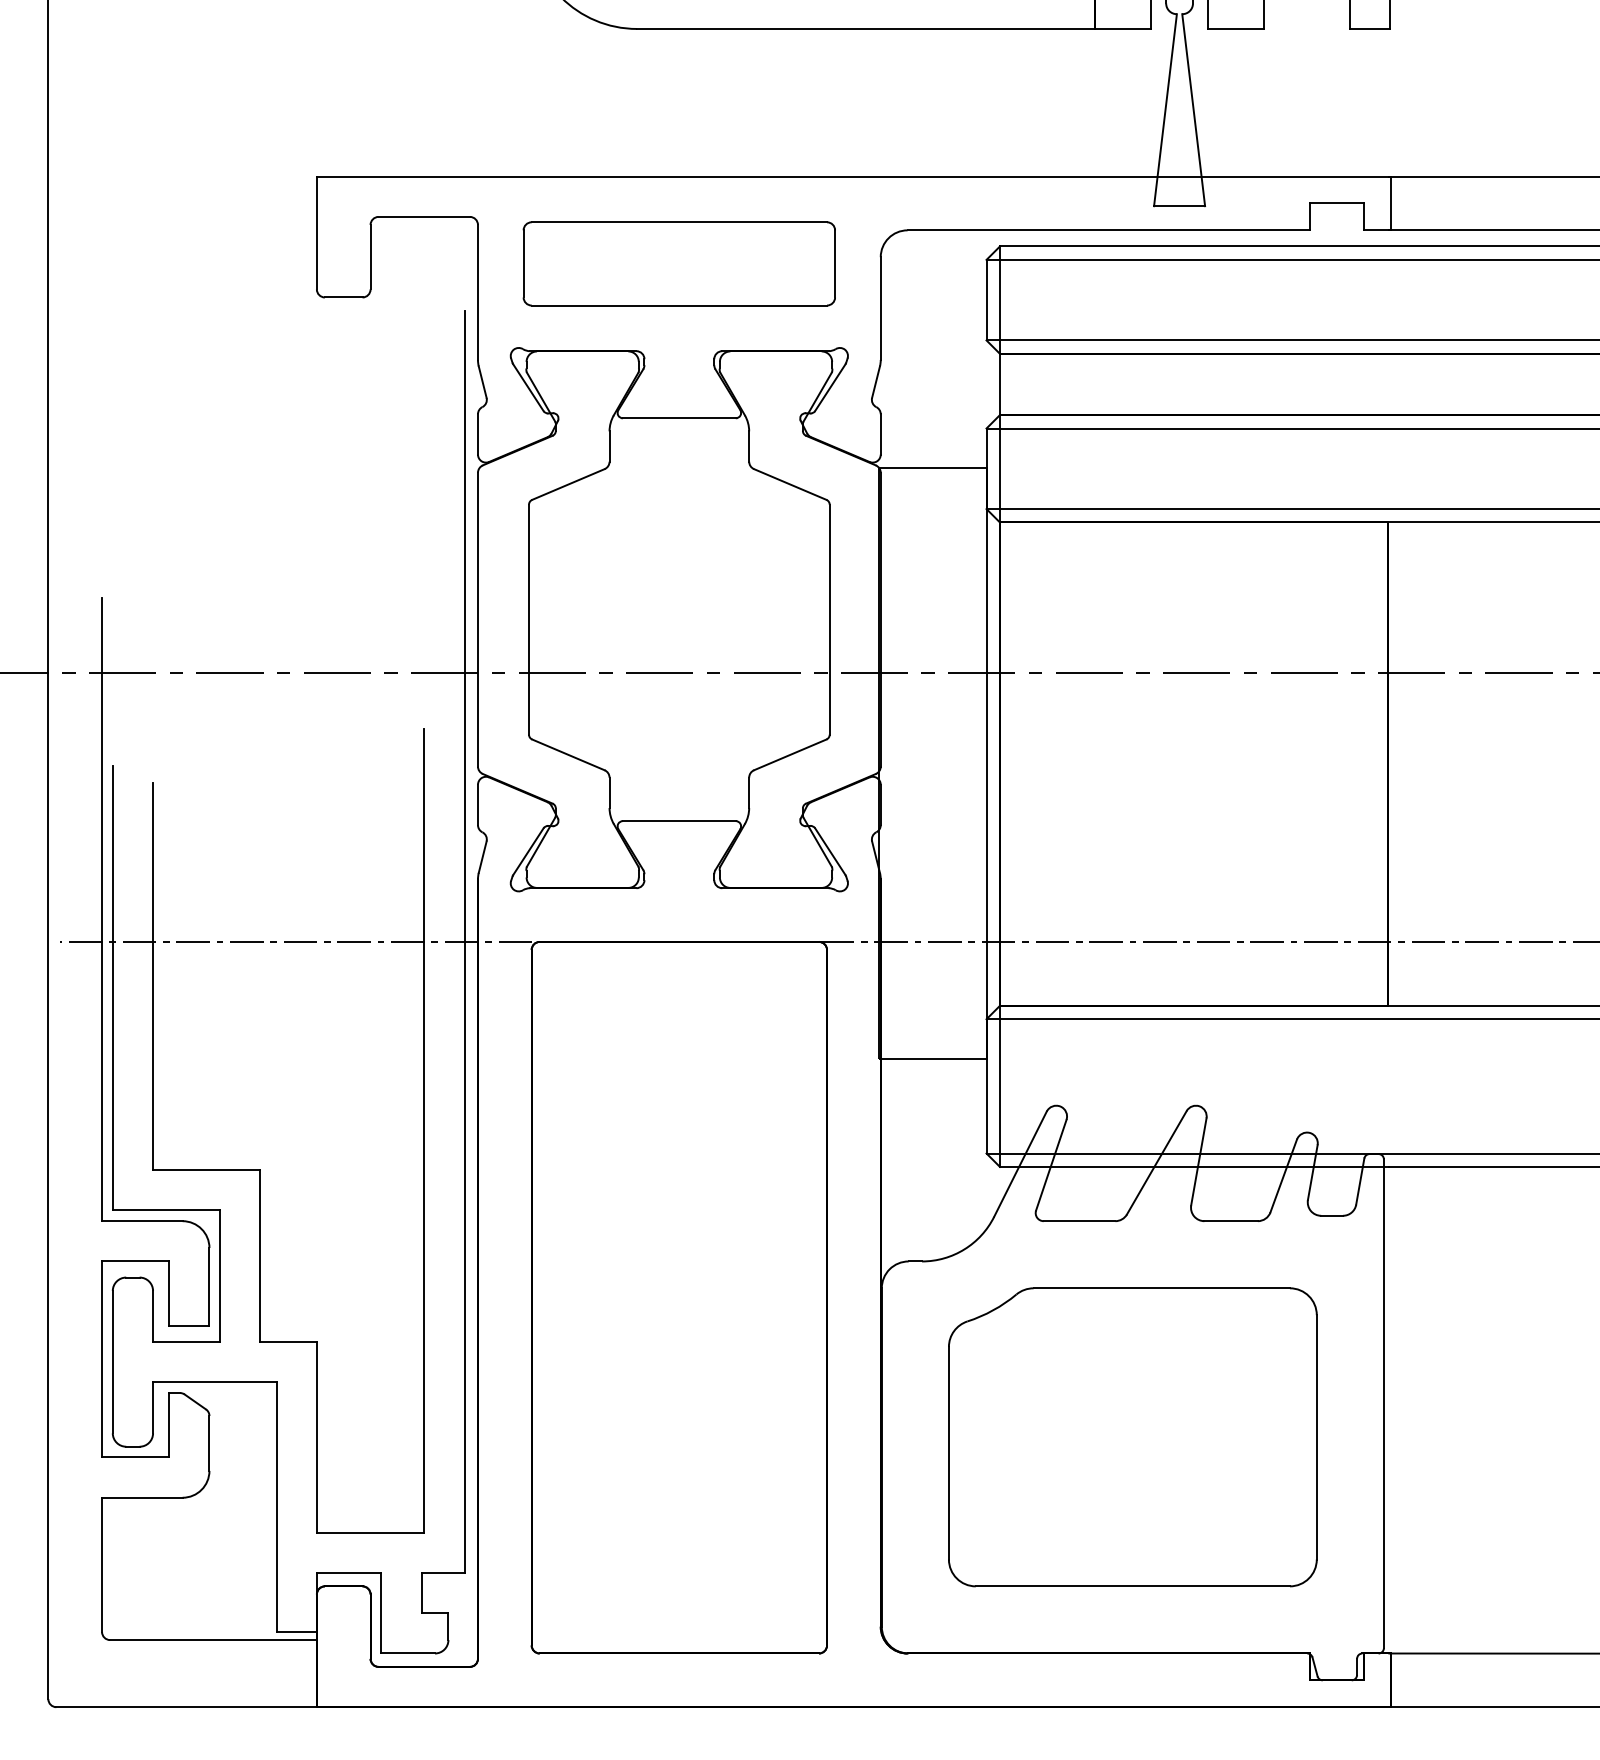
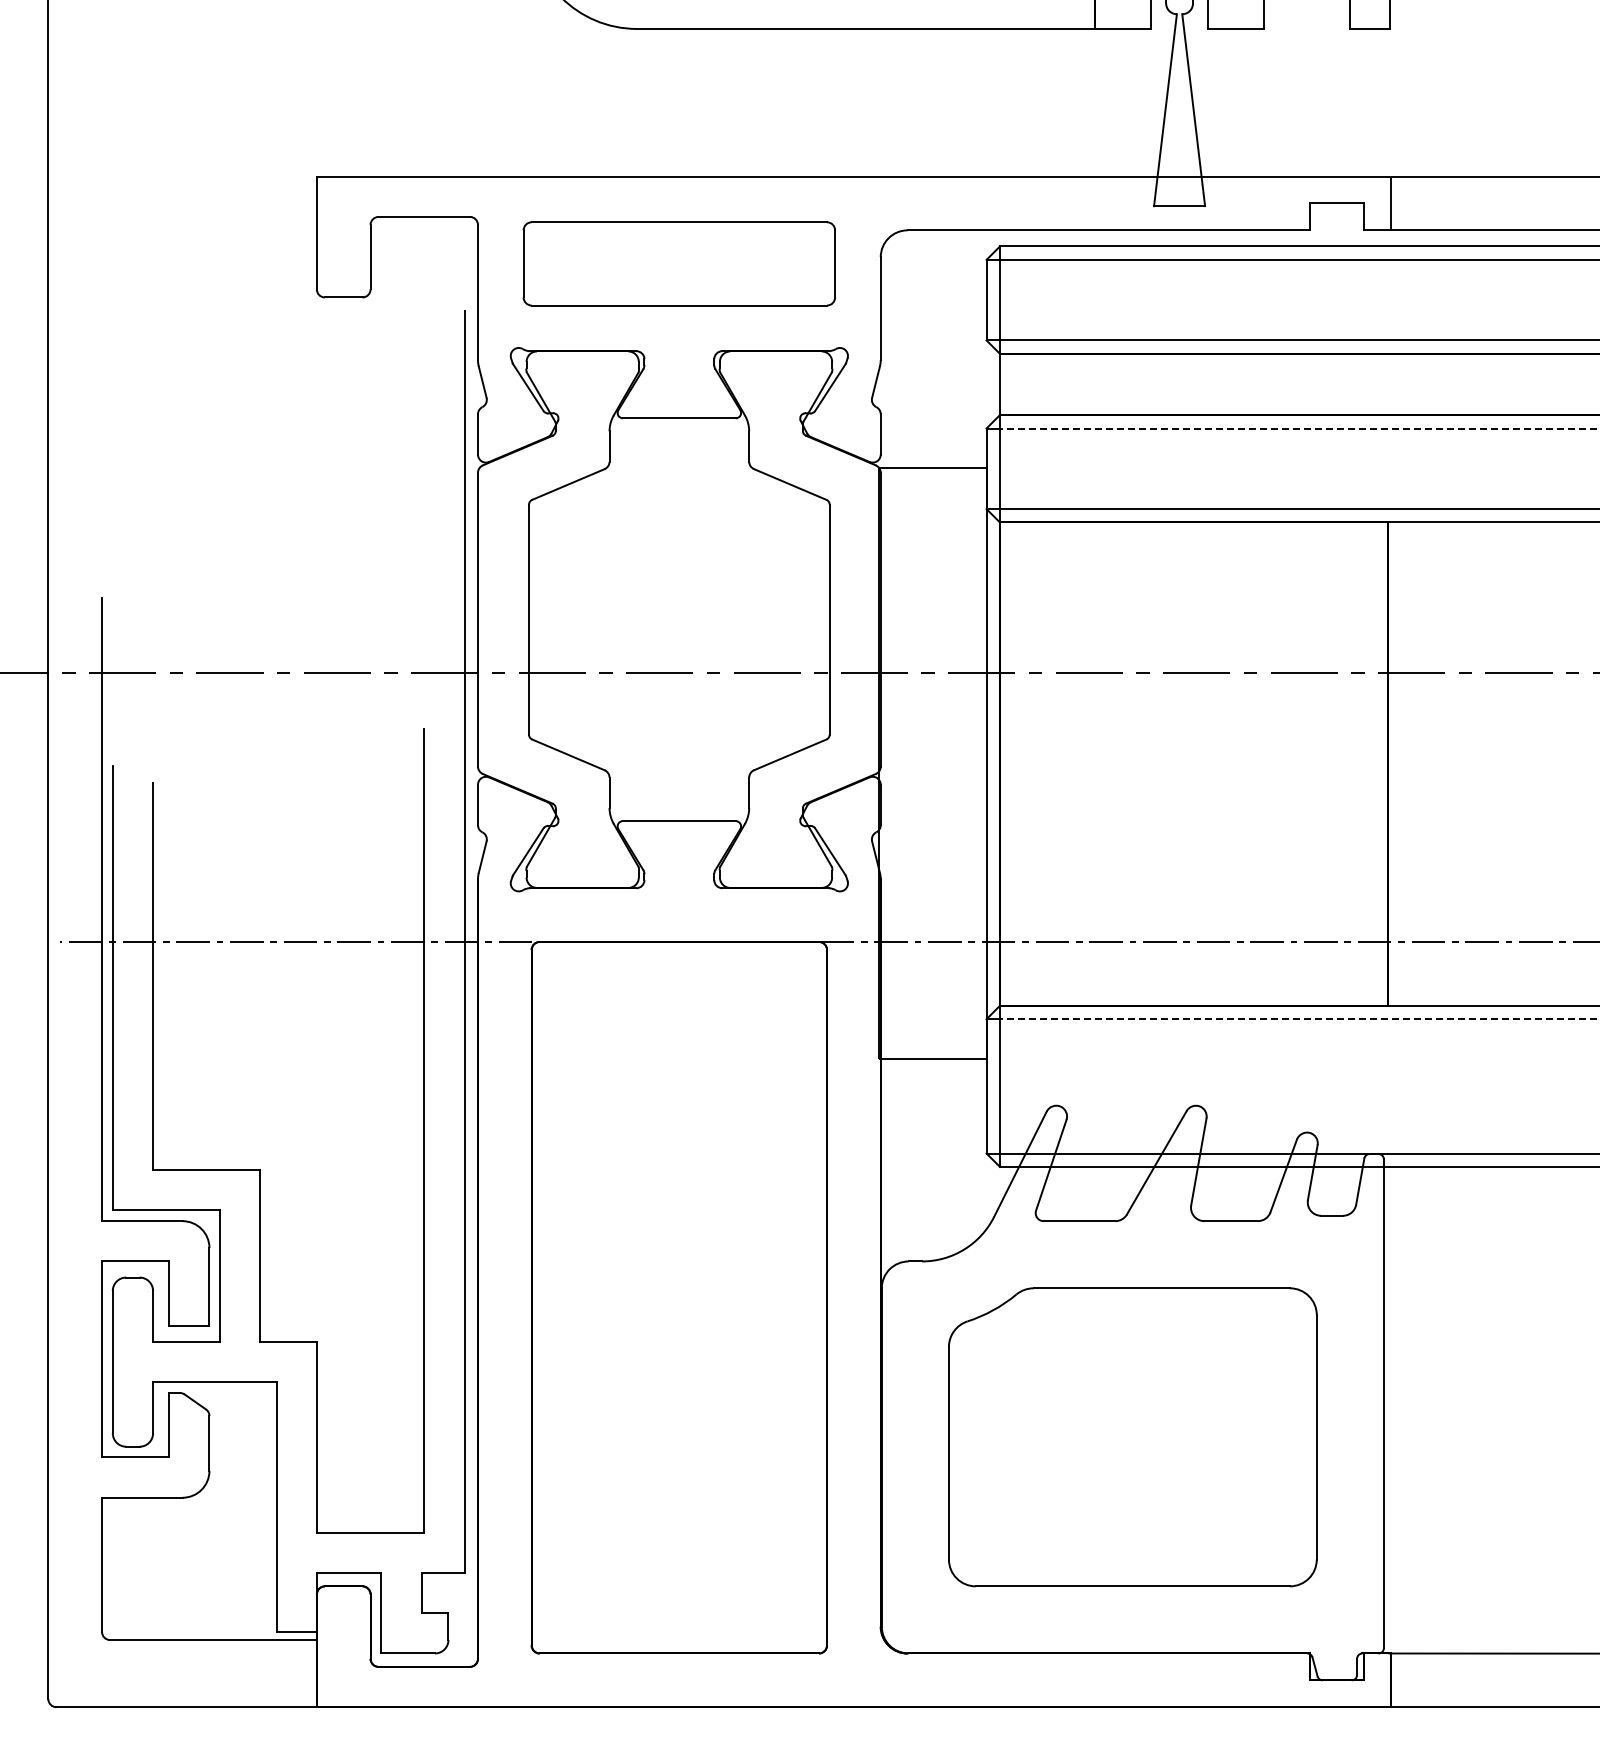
line at (1299, 428): solid -> dashed
line at (1299, 1019): solid -> dashed
